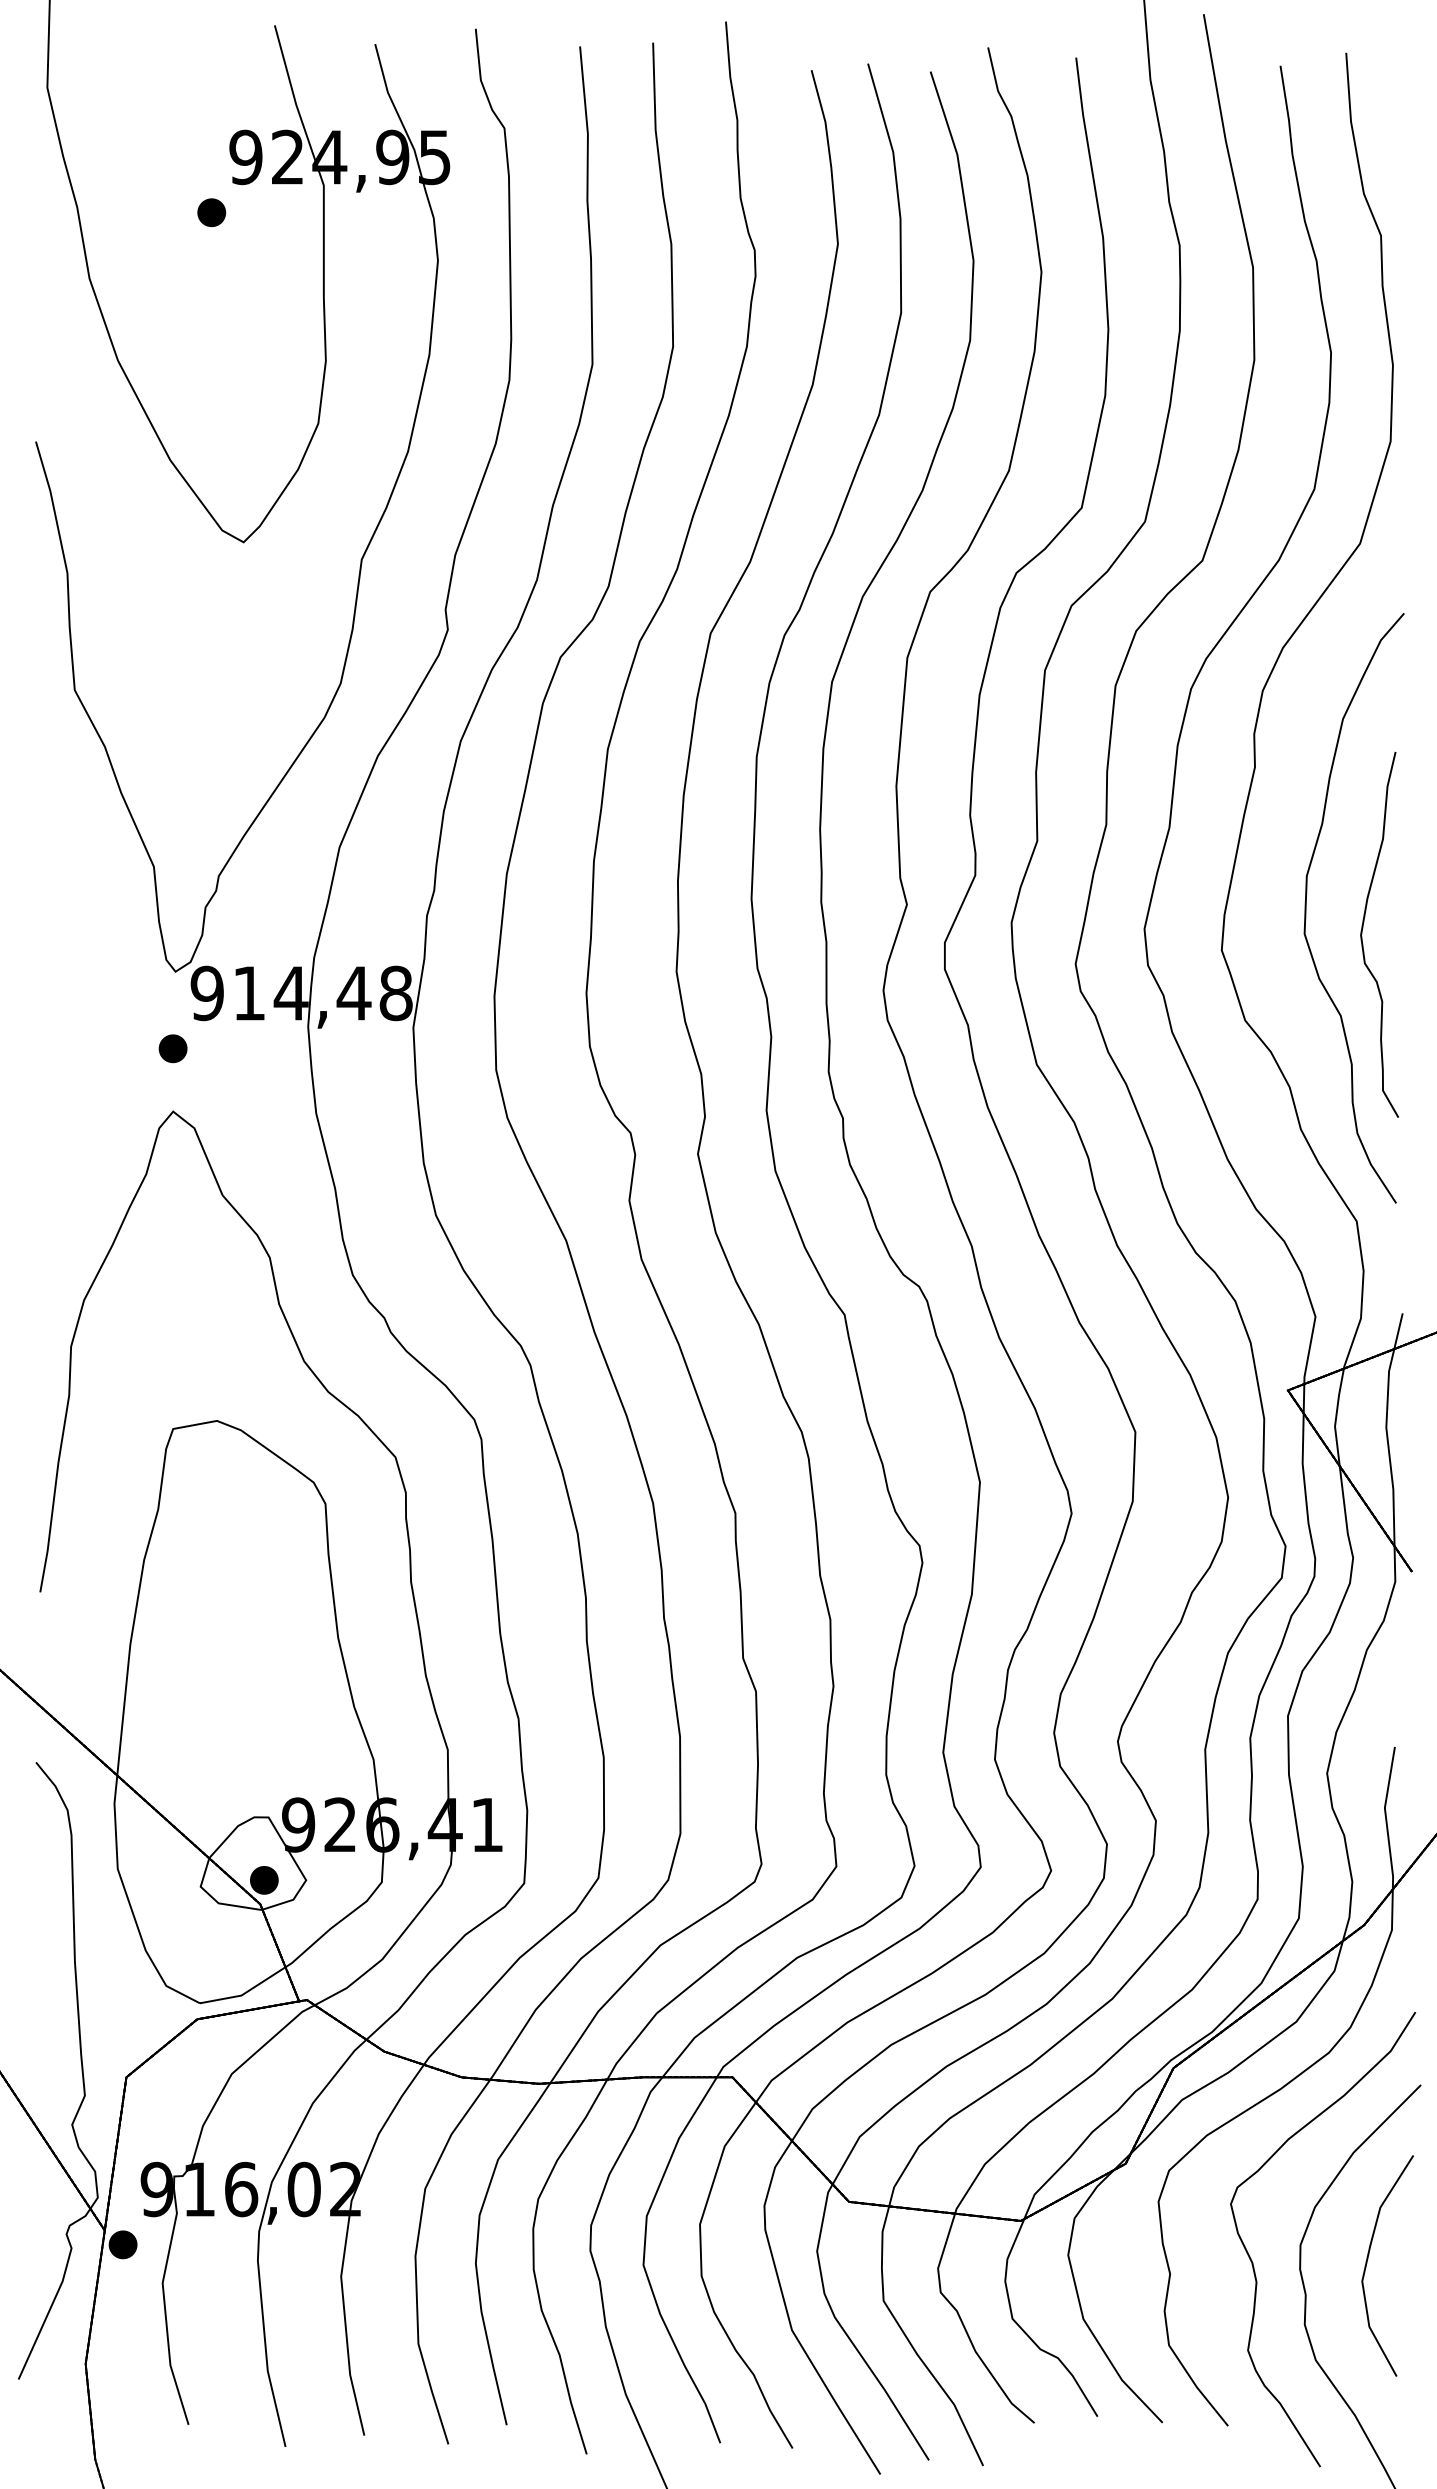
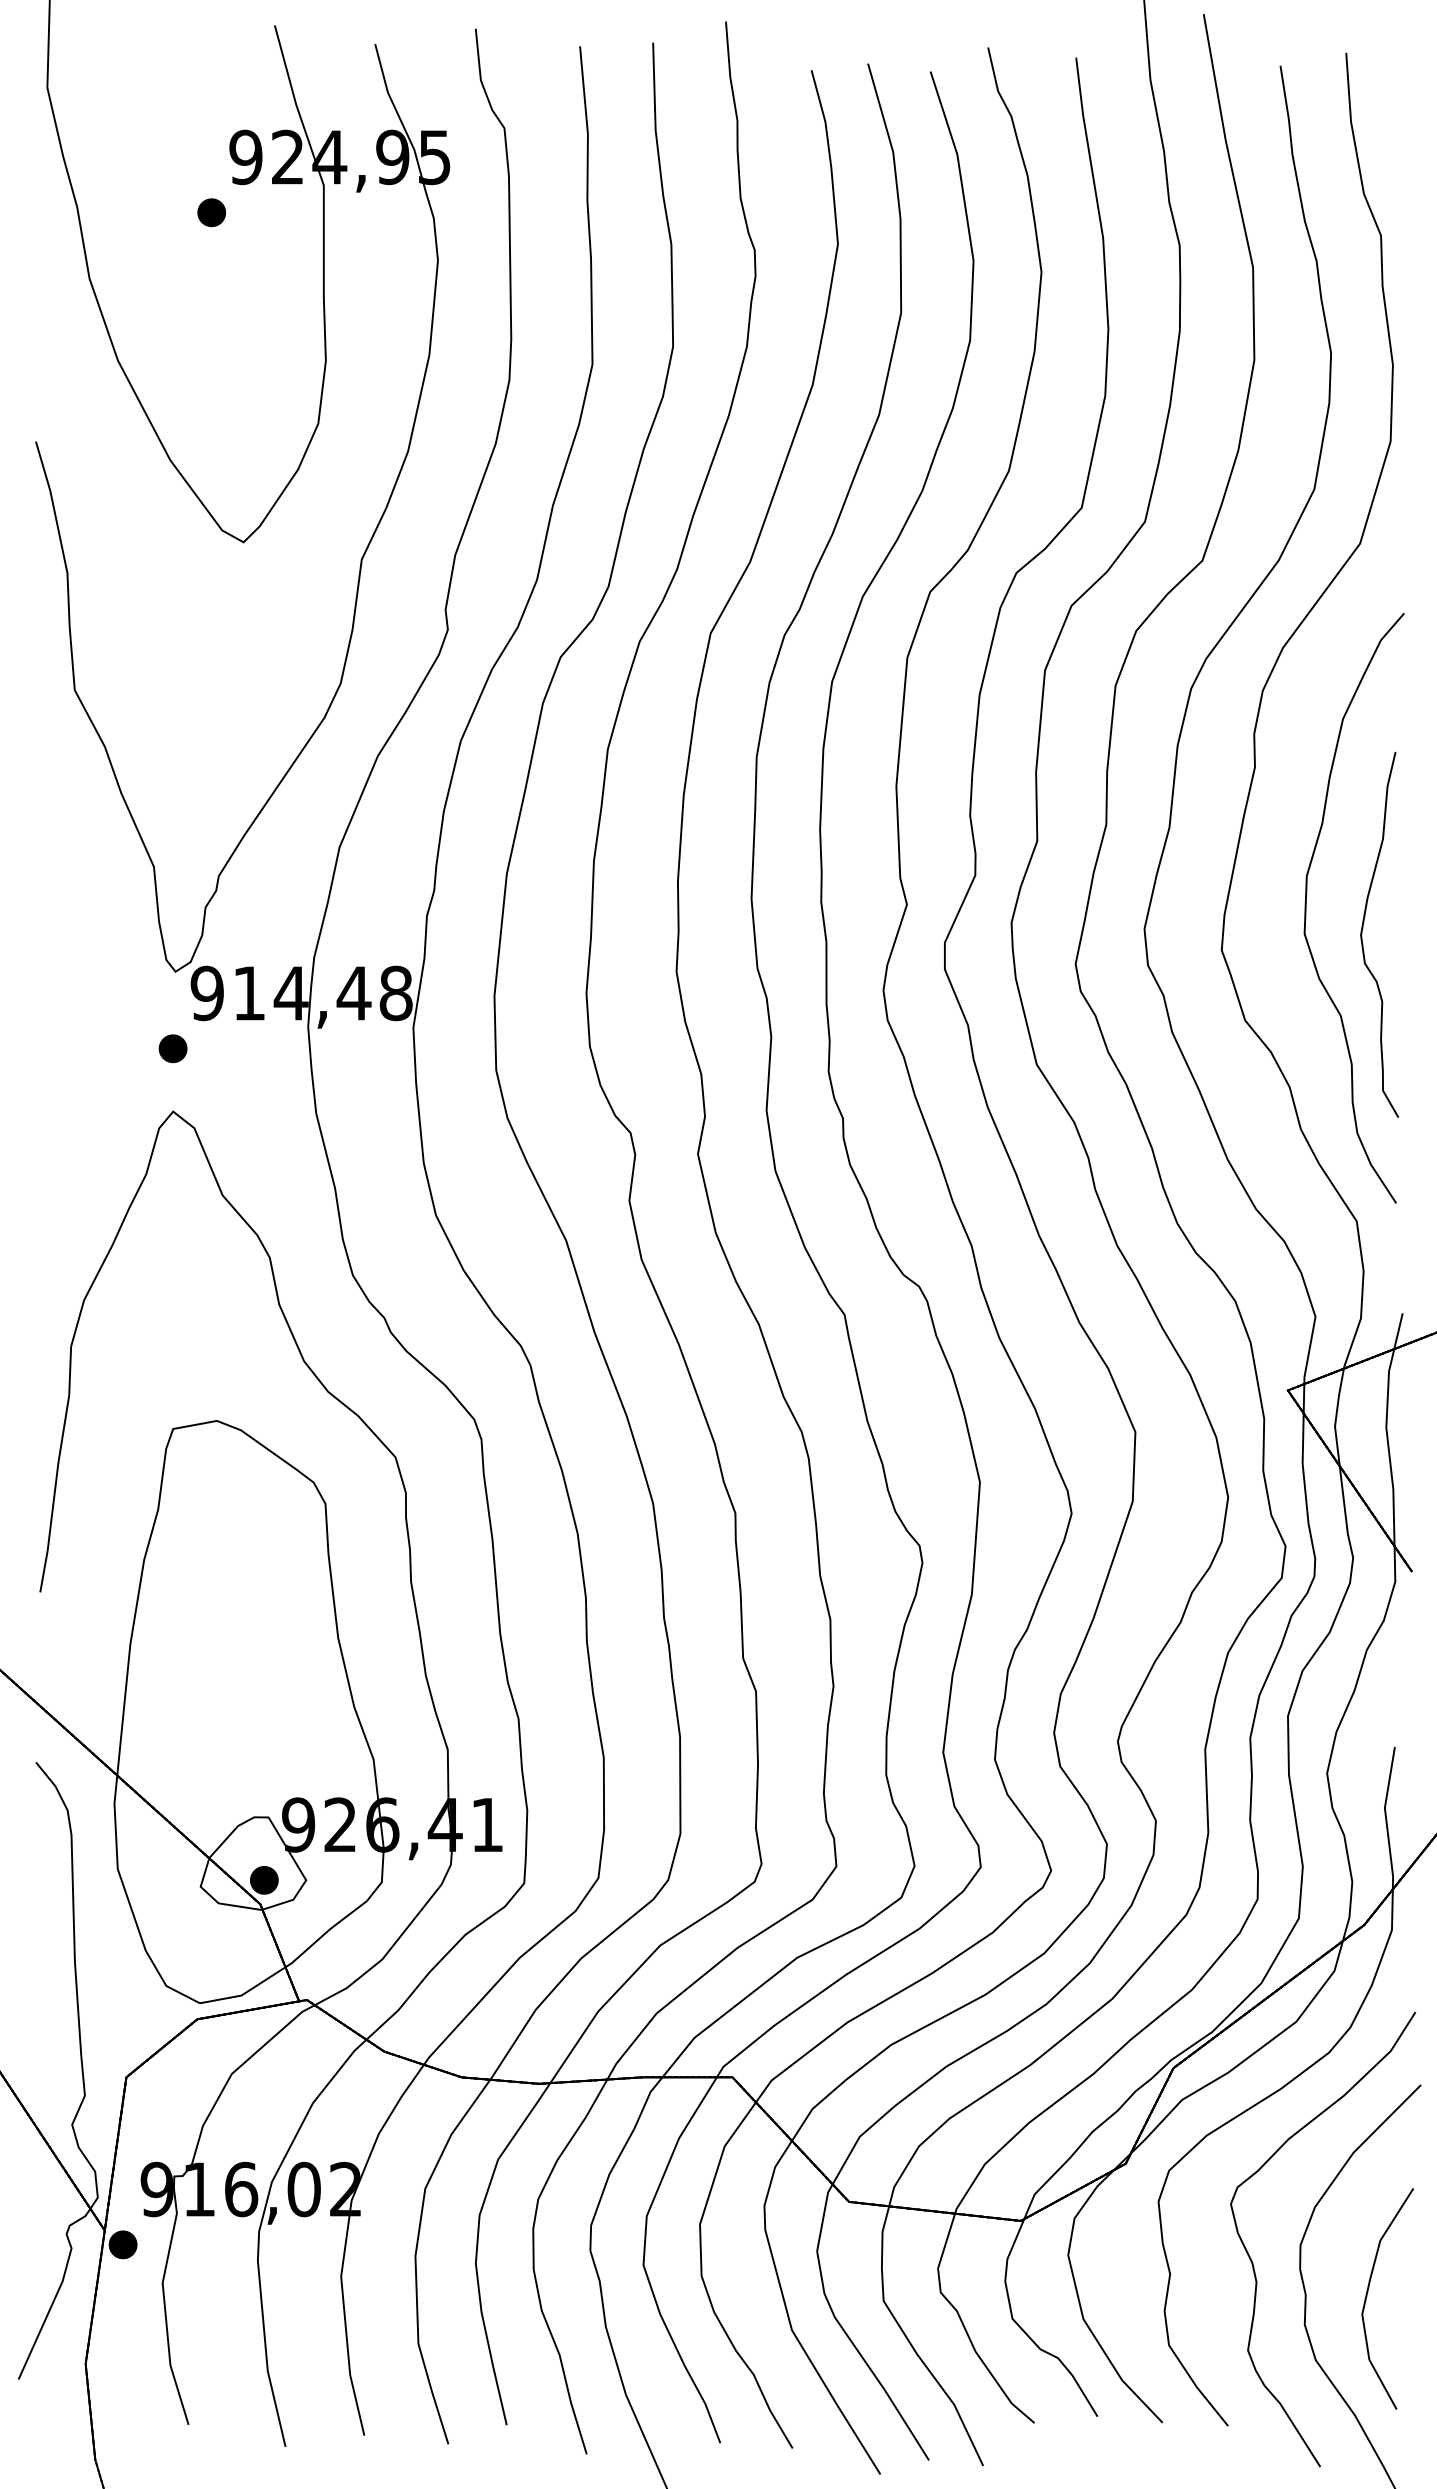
part at (1368, 2259) position: (1368, 2259) -> (1368, 2292)
